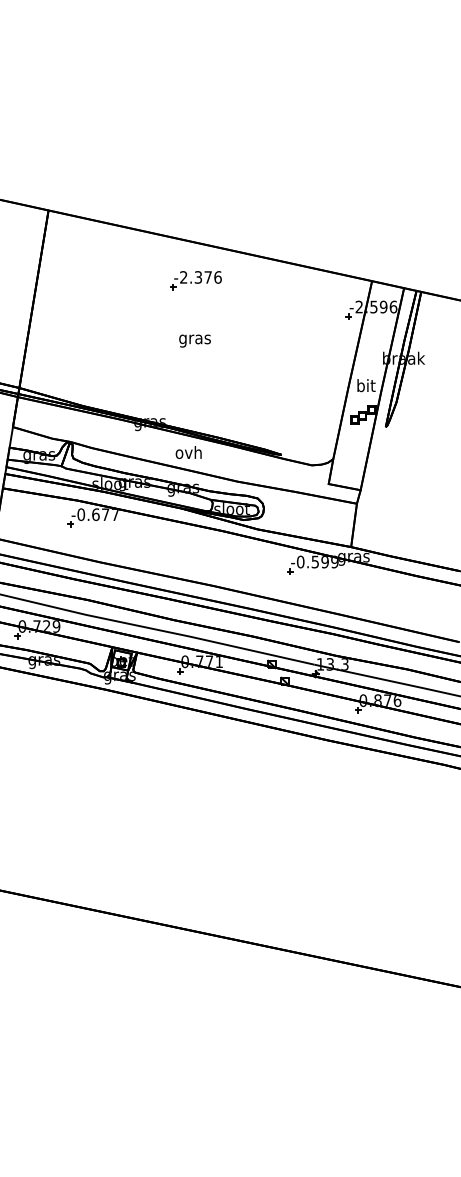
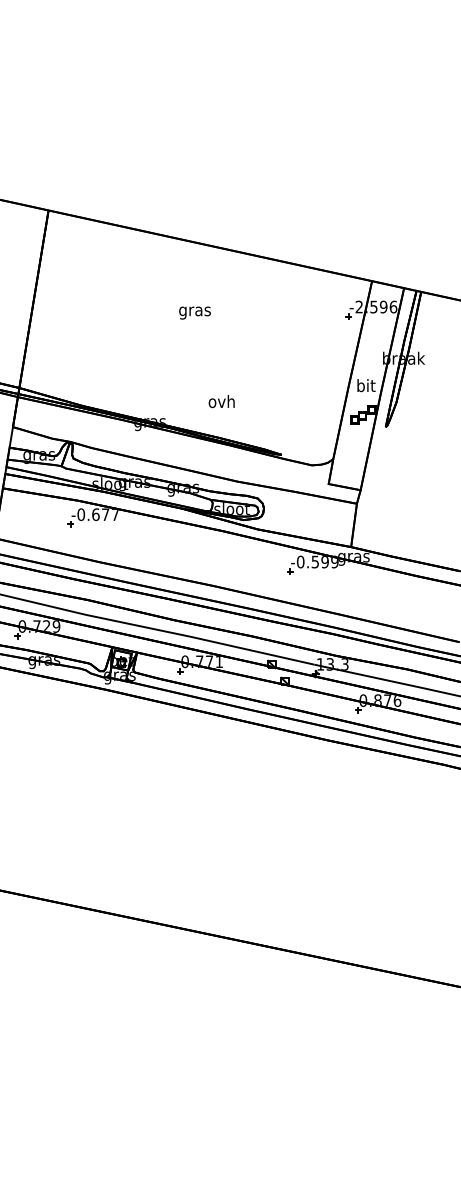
part at (195, 280): present -> none
text at (194, 340) position: (194, 340) -> (194, 312)
text at (188, 452) position: (188, 452) -> (221, 401)
